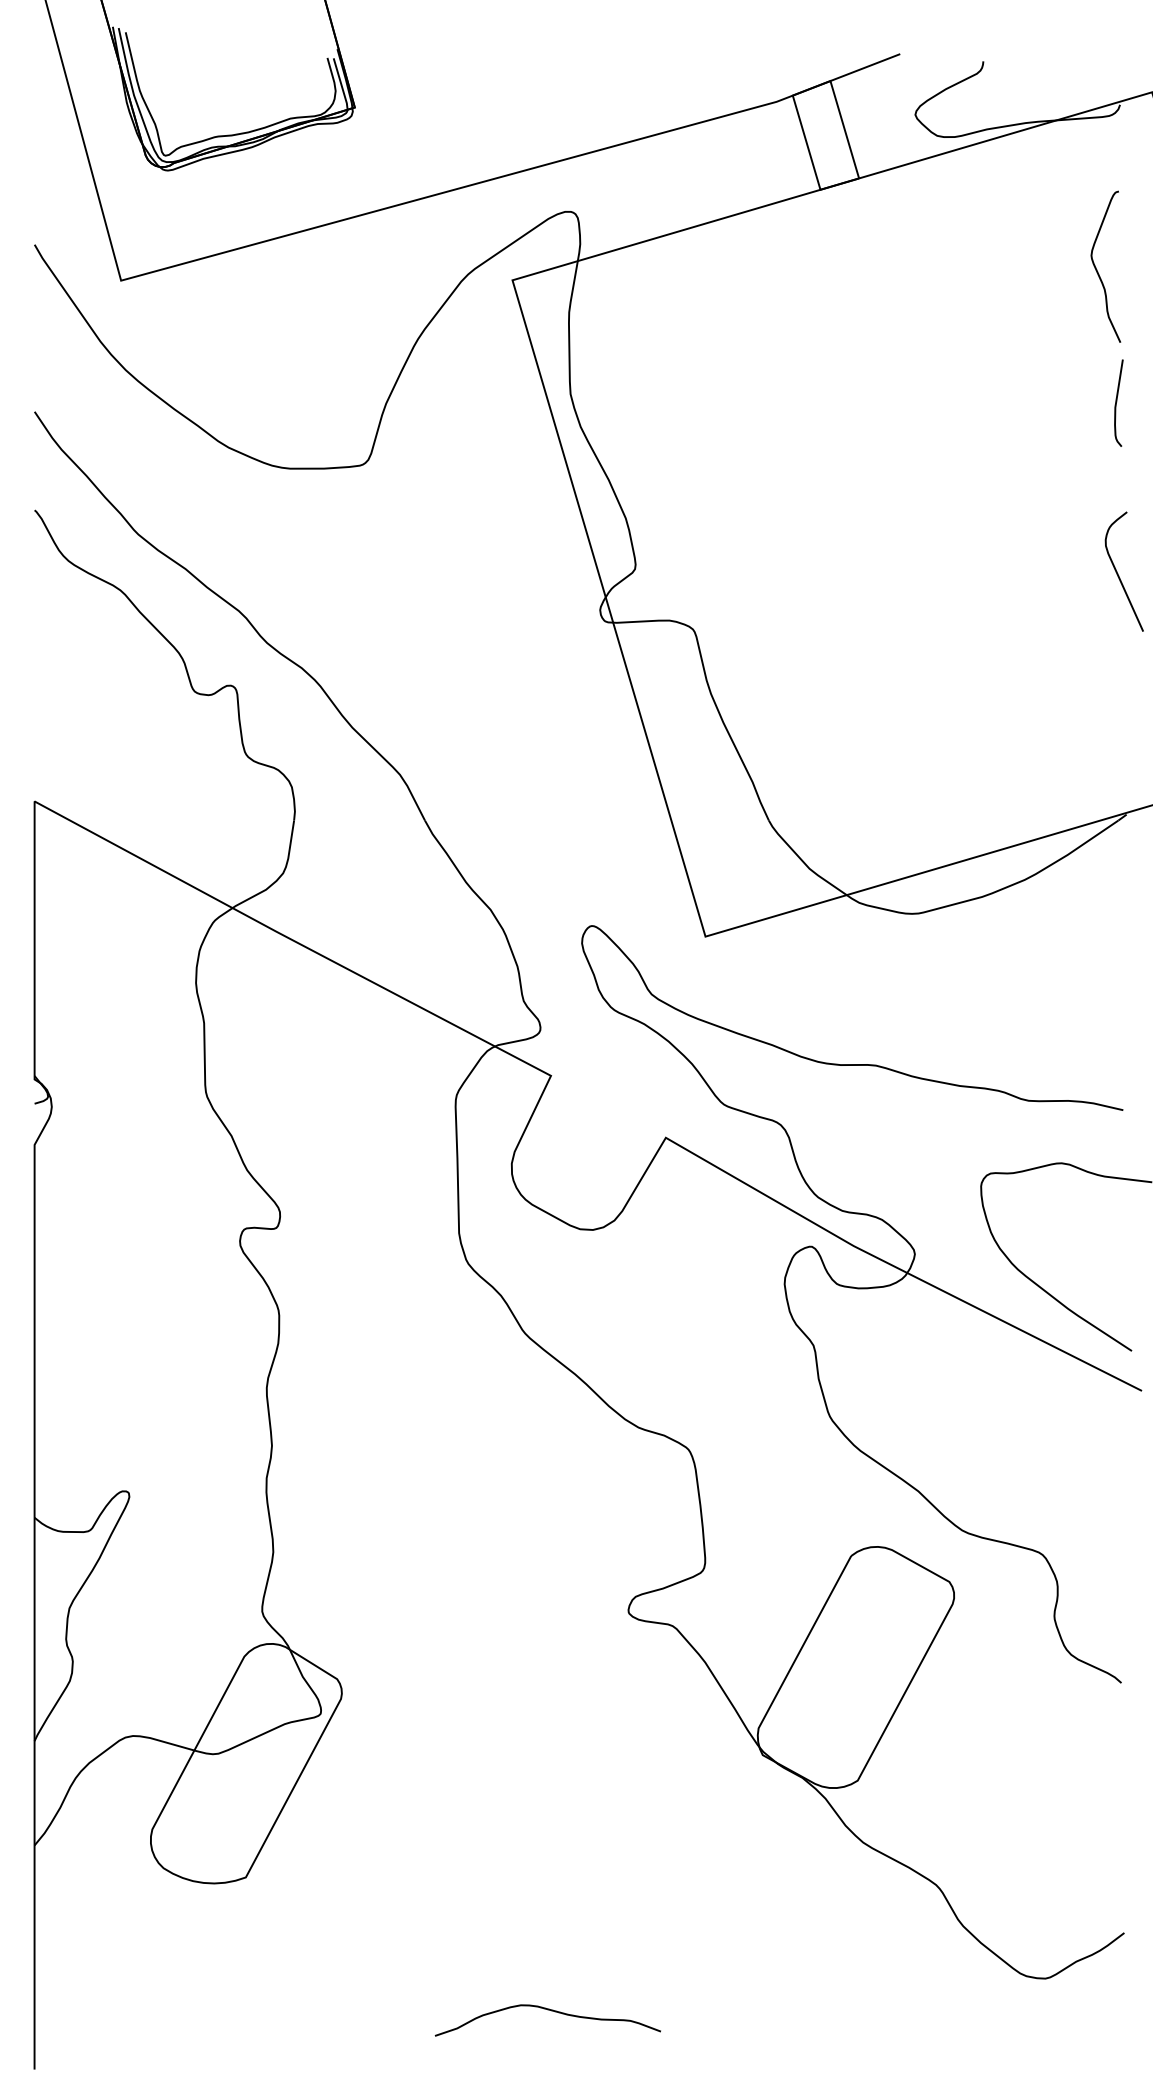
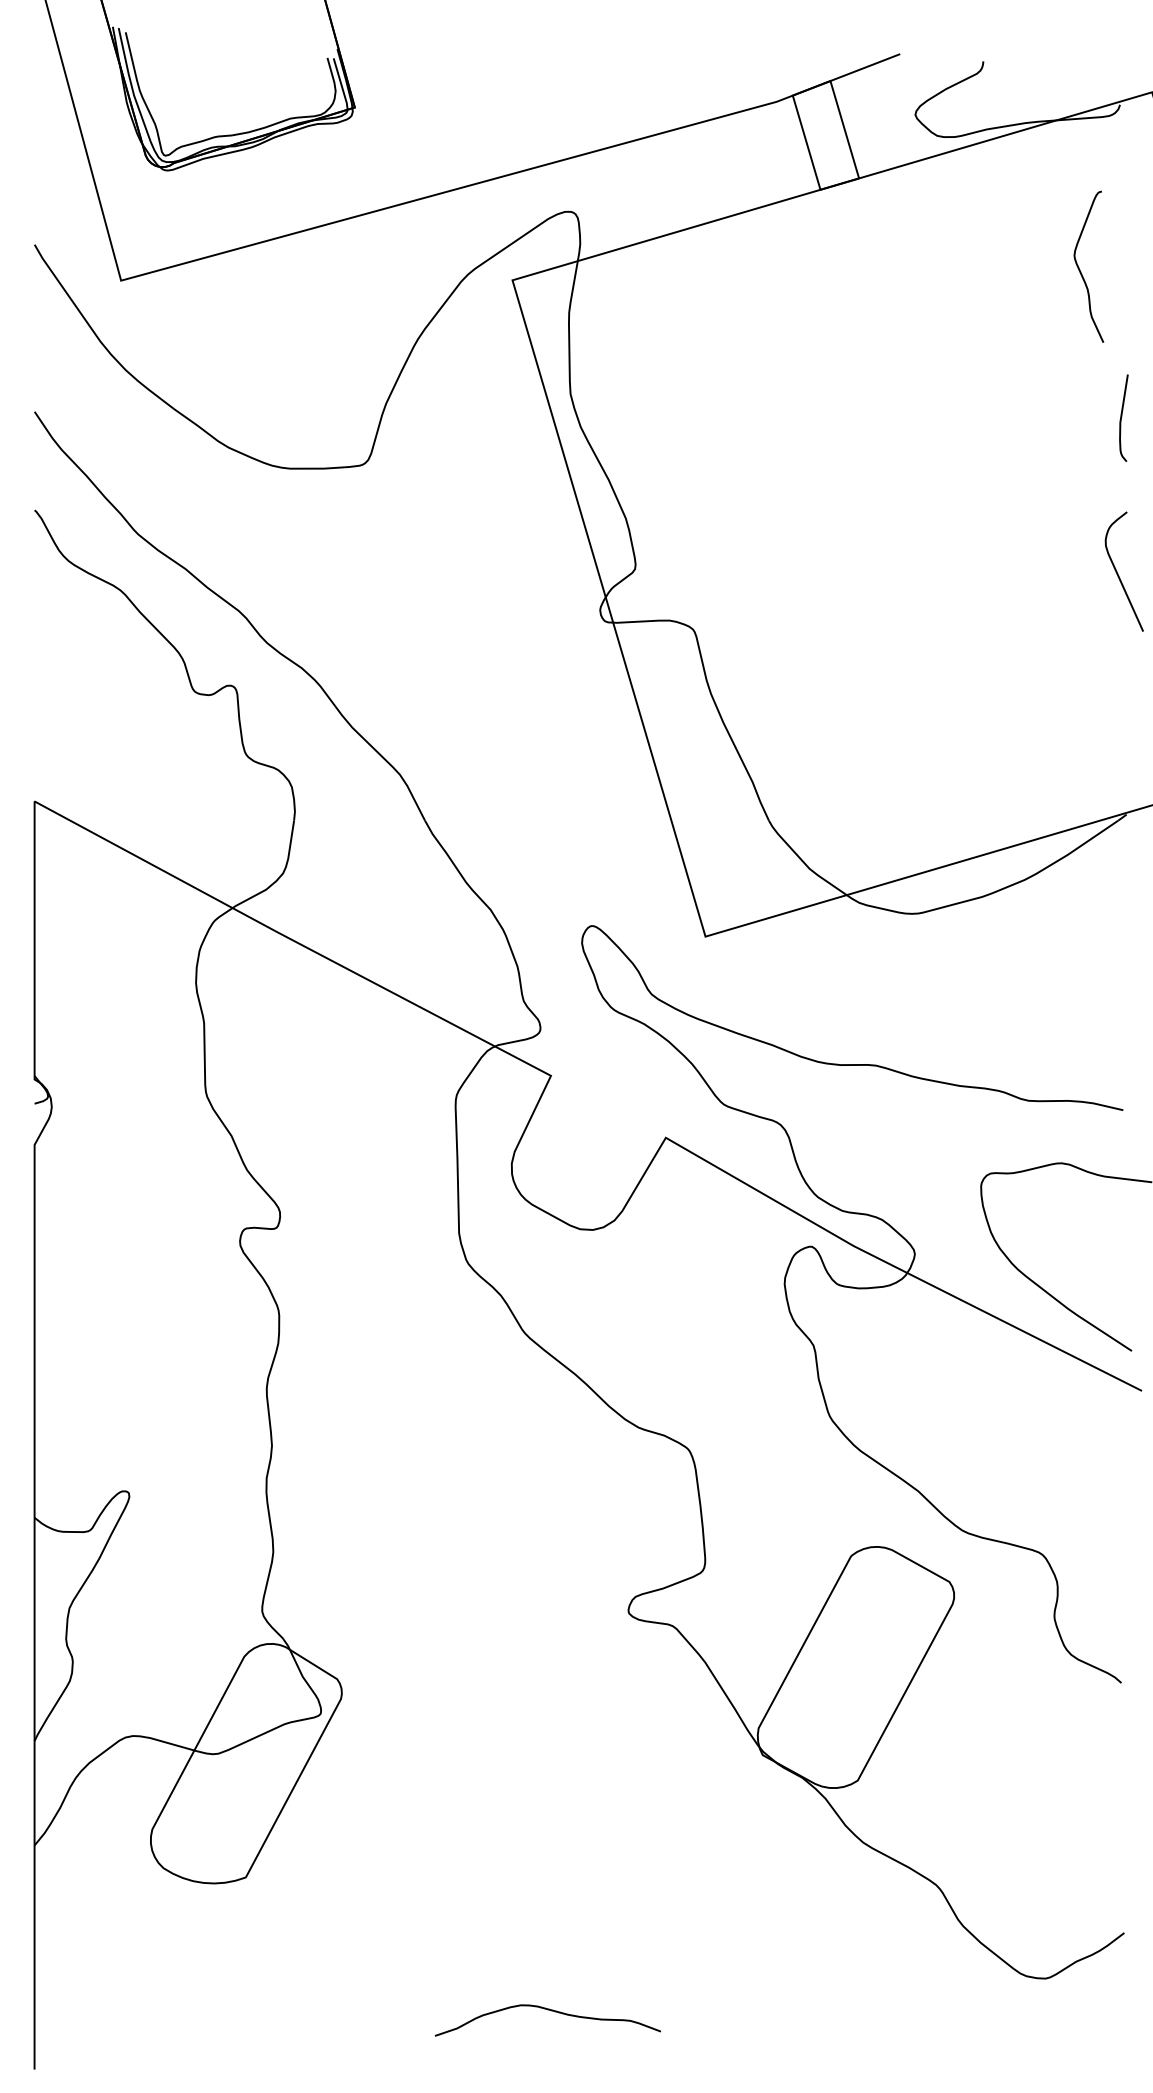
curve at (1097, 269) position: (1097, 269) -> (1080, 269)
curve at (1117, 401) position: (1117, 401) -> (1122, 416)
